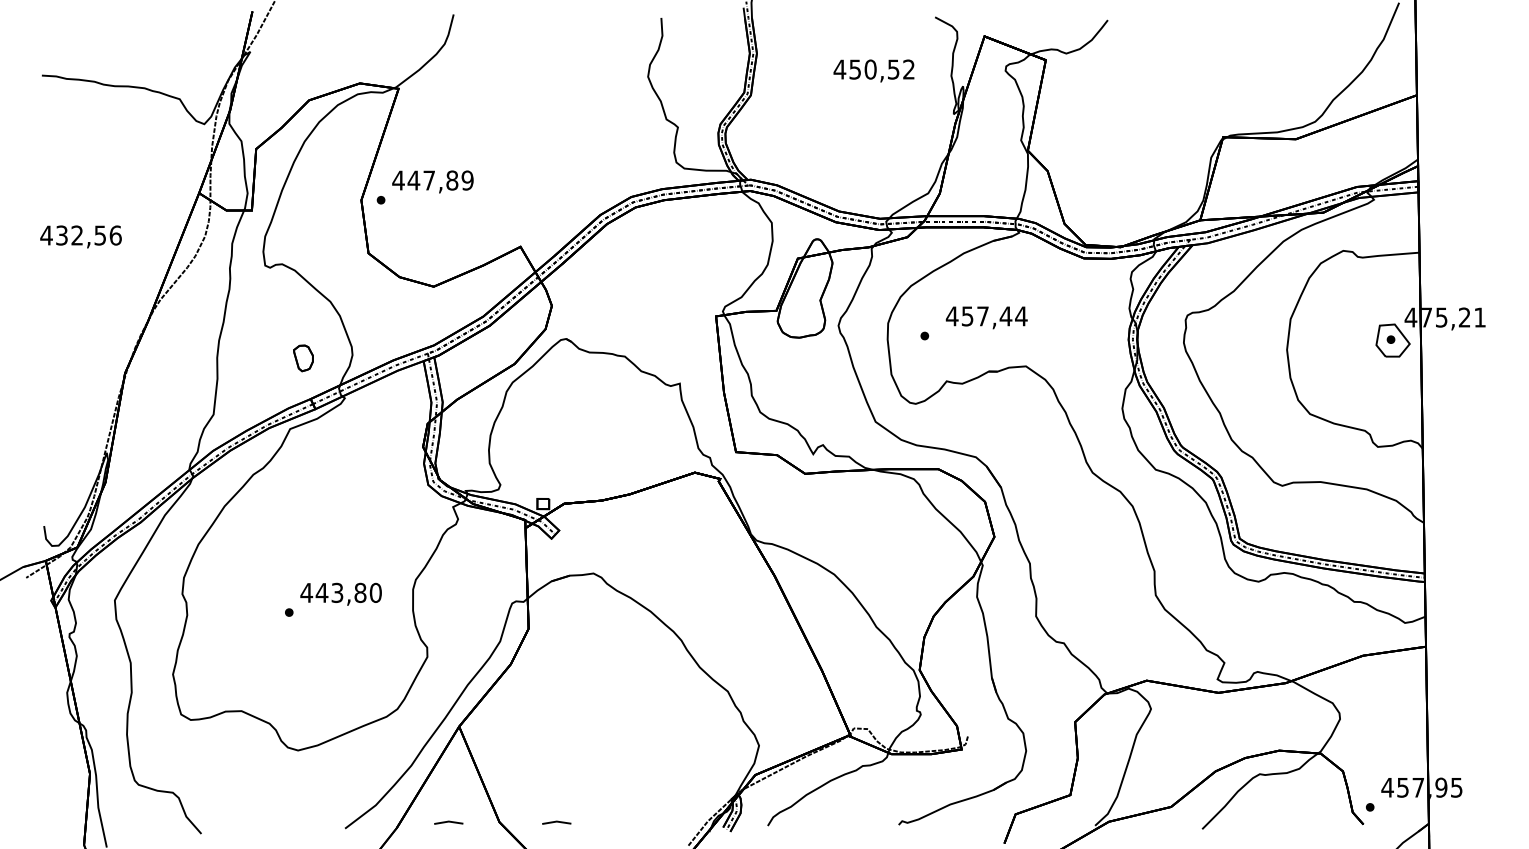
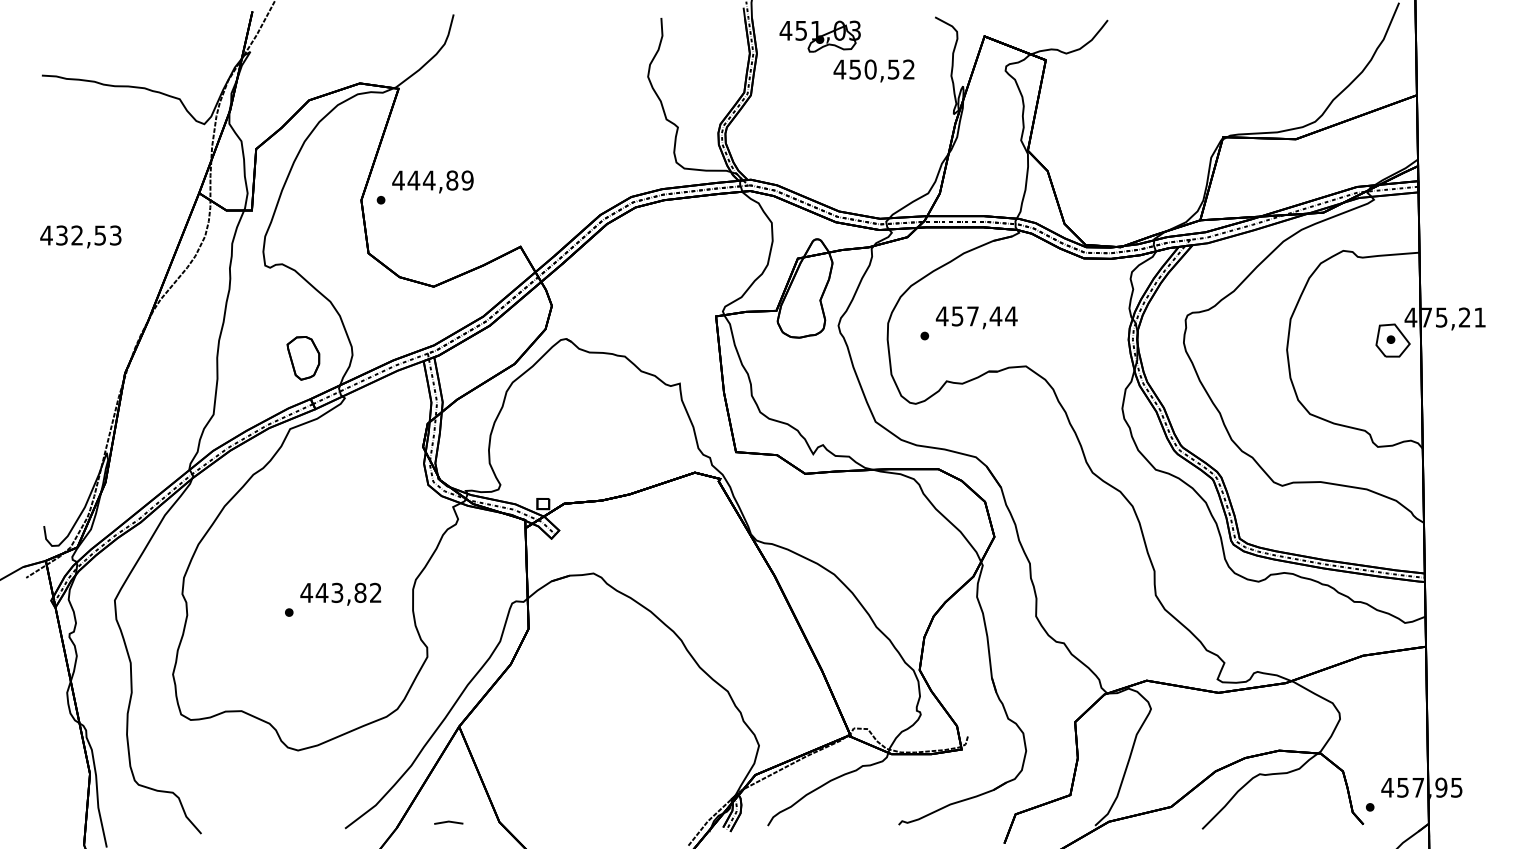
part at (819, 36): none -> present
text at (428, 180): 447,89 -> 444,89
text at (115, 235): 432,56 -> 432,53
text at (986, 317) position: (986, 317) -> (976, 317)
part at (303, 358) size: 21x29 px -> 35x45 px
text at (375, 592): 443,80 -> 443,82
line at (556, 822): present -> none
